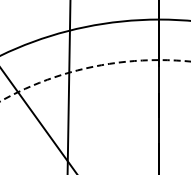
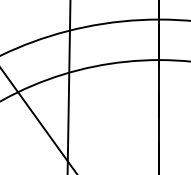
circle at (95, 80): dashed -> solid
